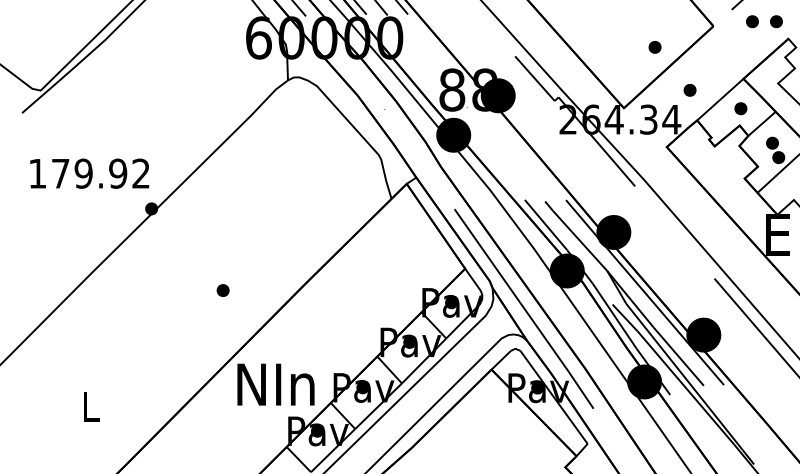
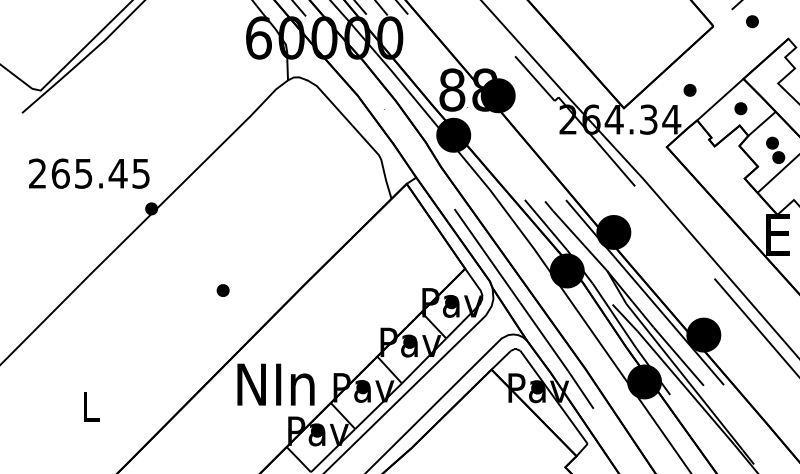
part at (776, 21): present -> none
part at (654, 47): present -> none
text at (89, 173): 179.92 -> 265.45
